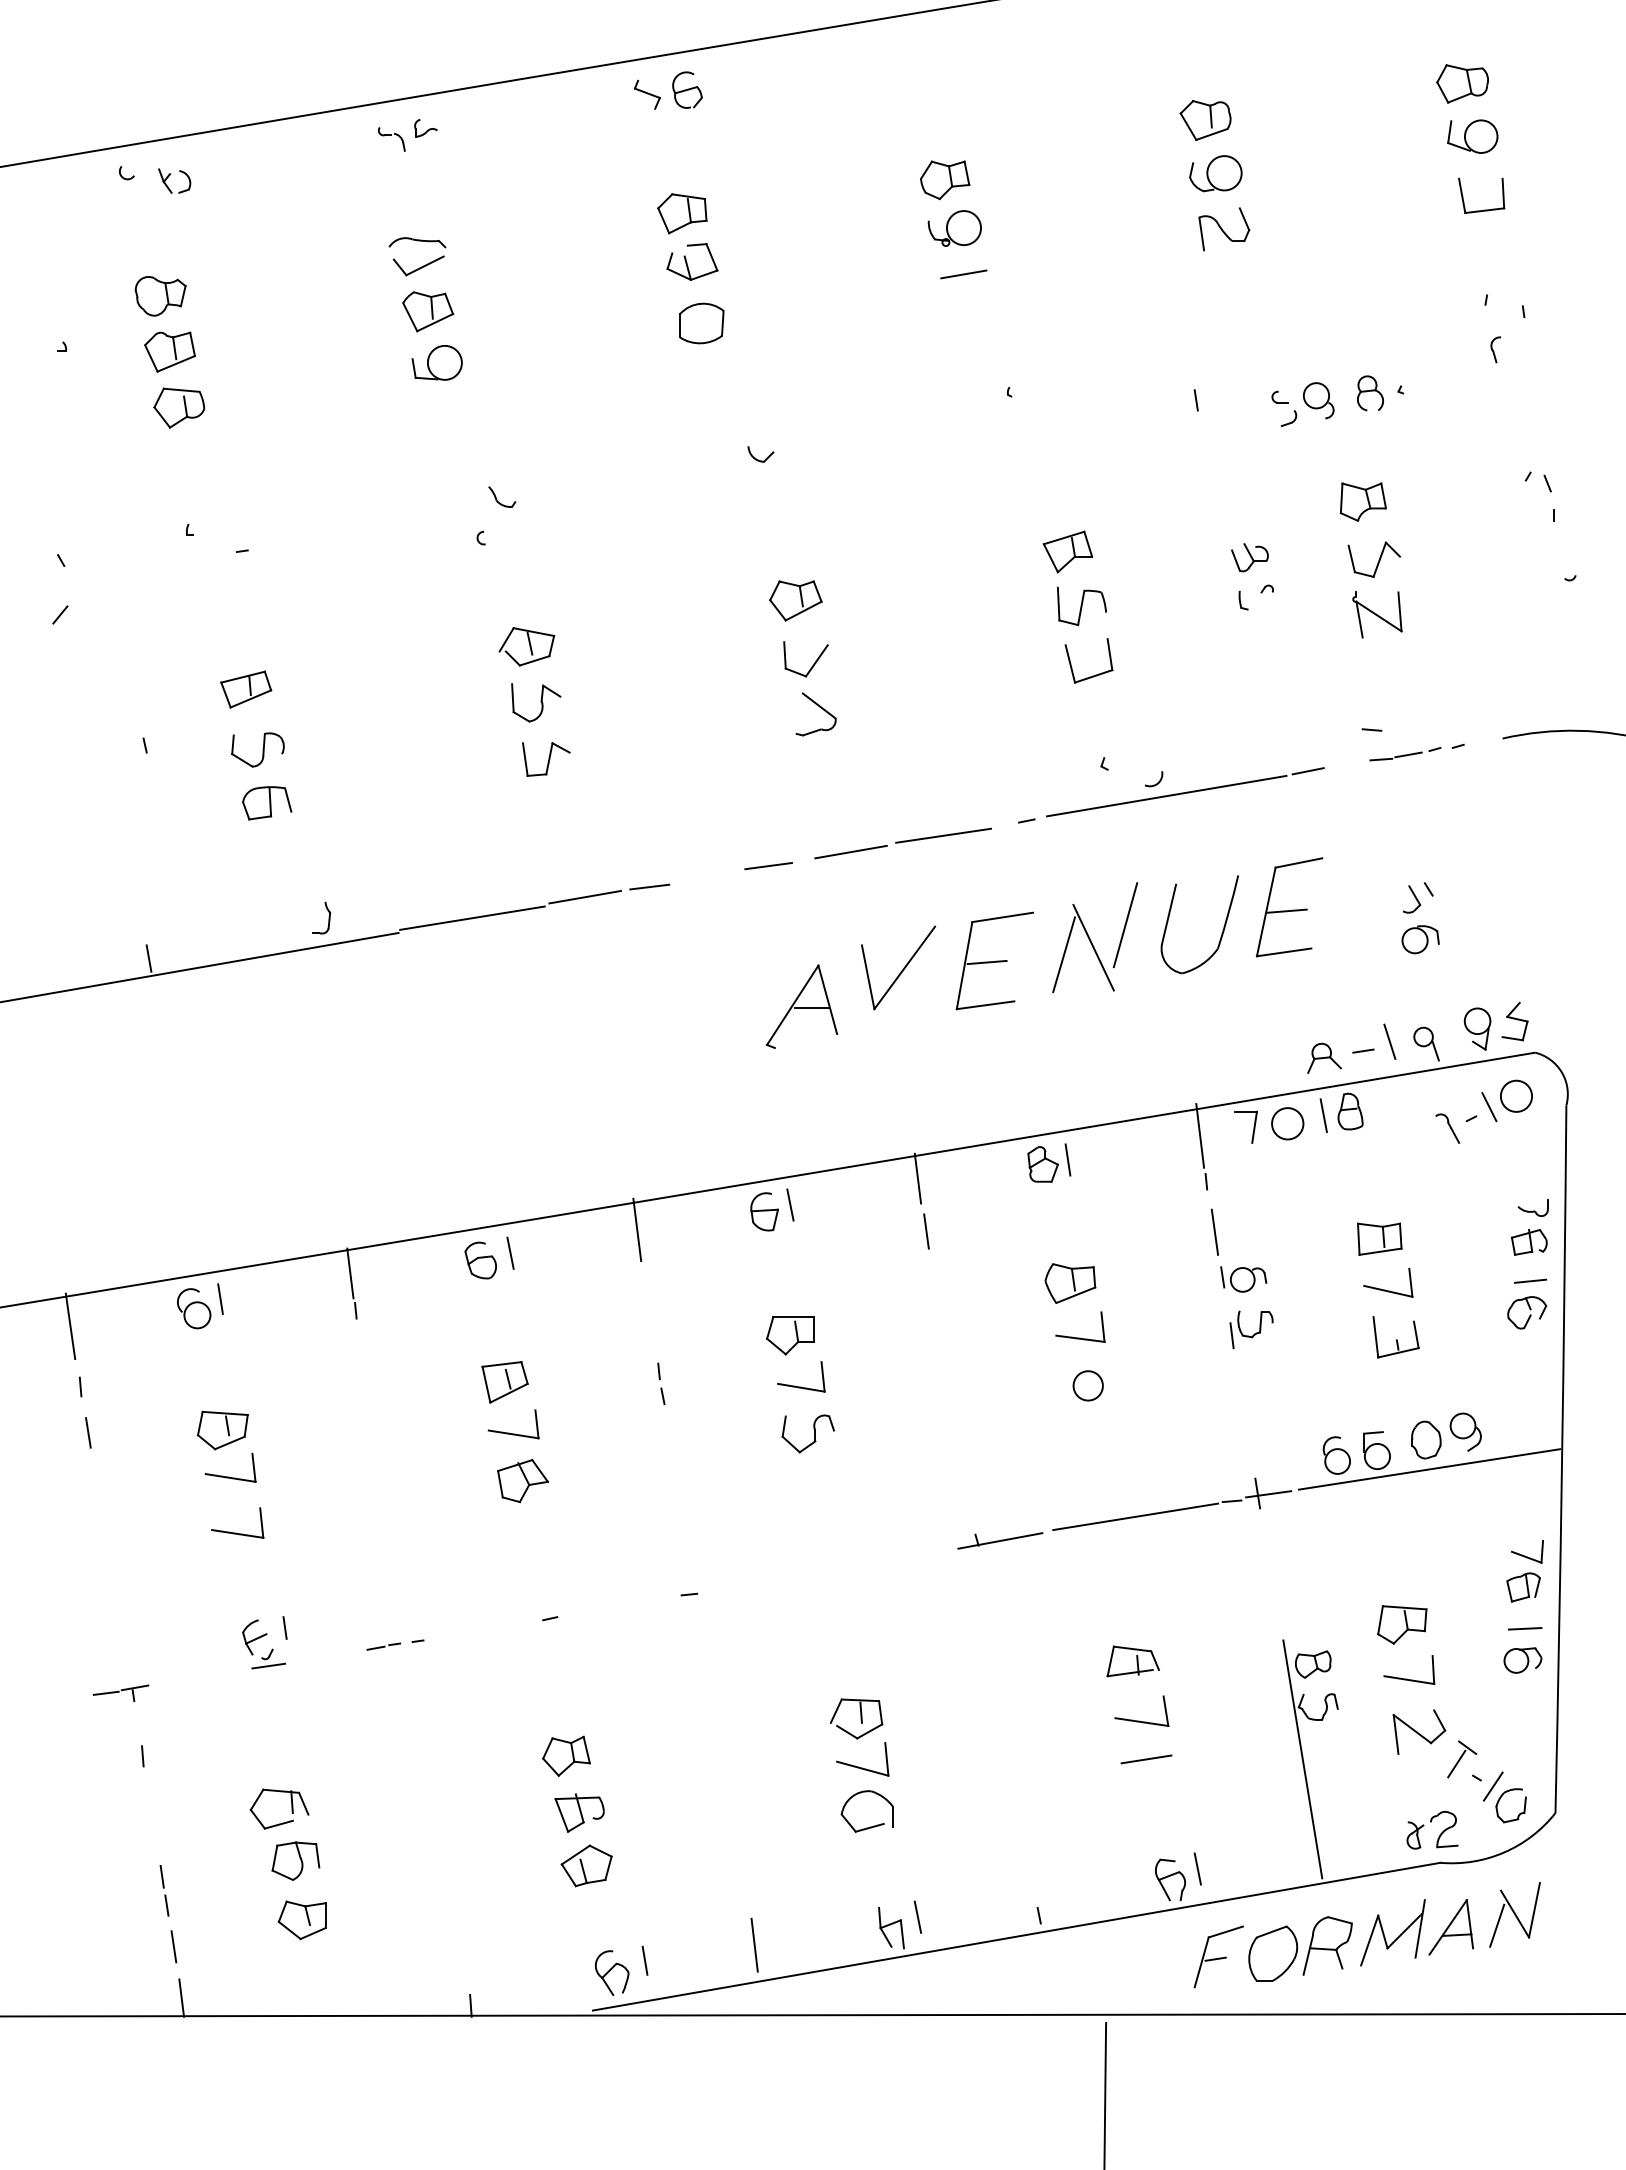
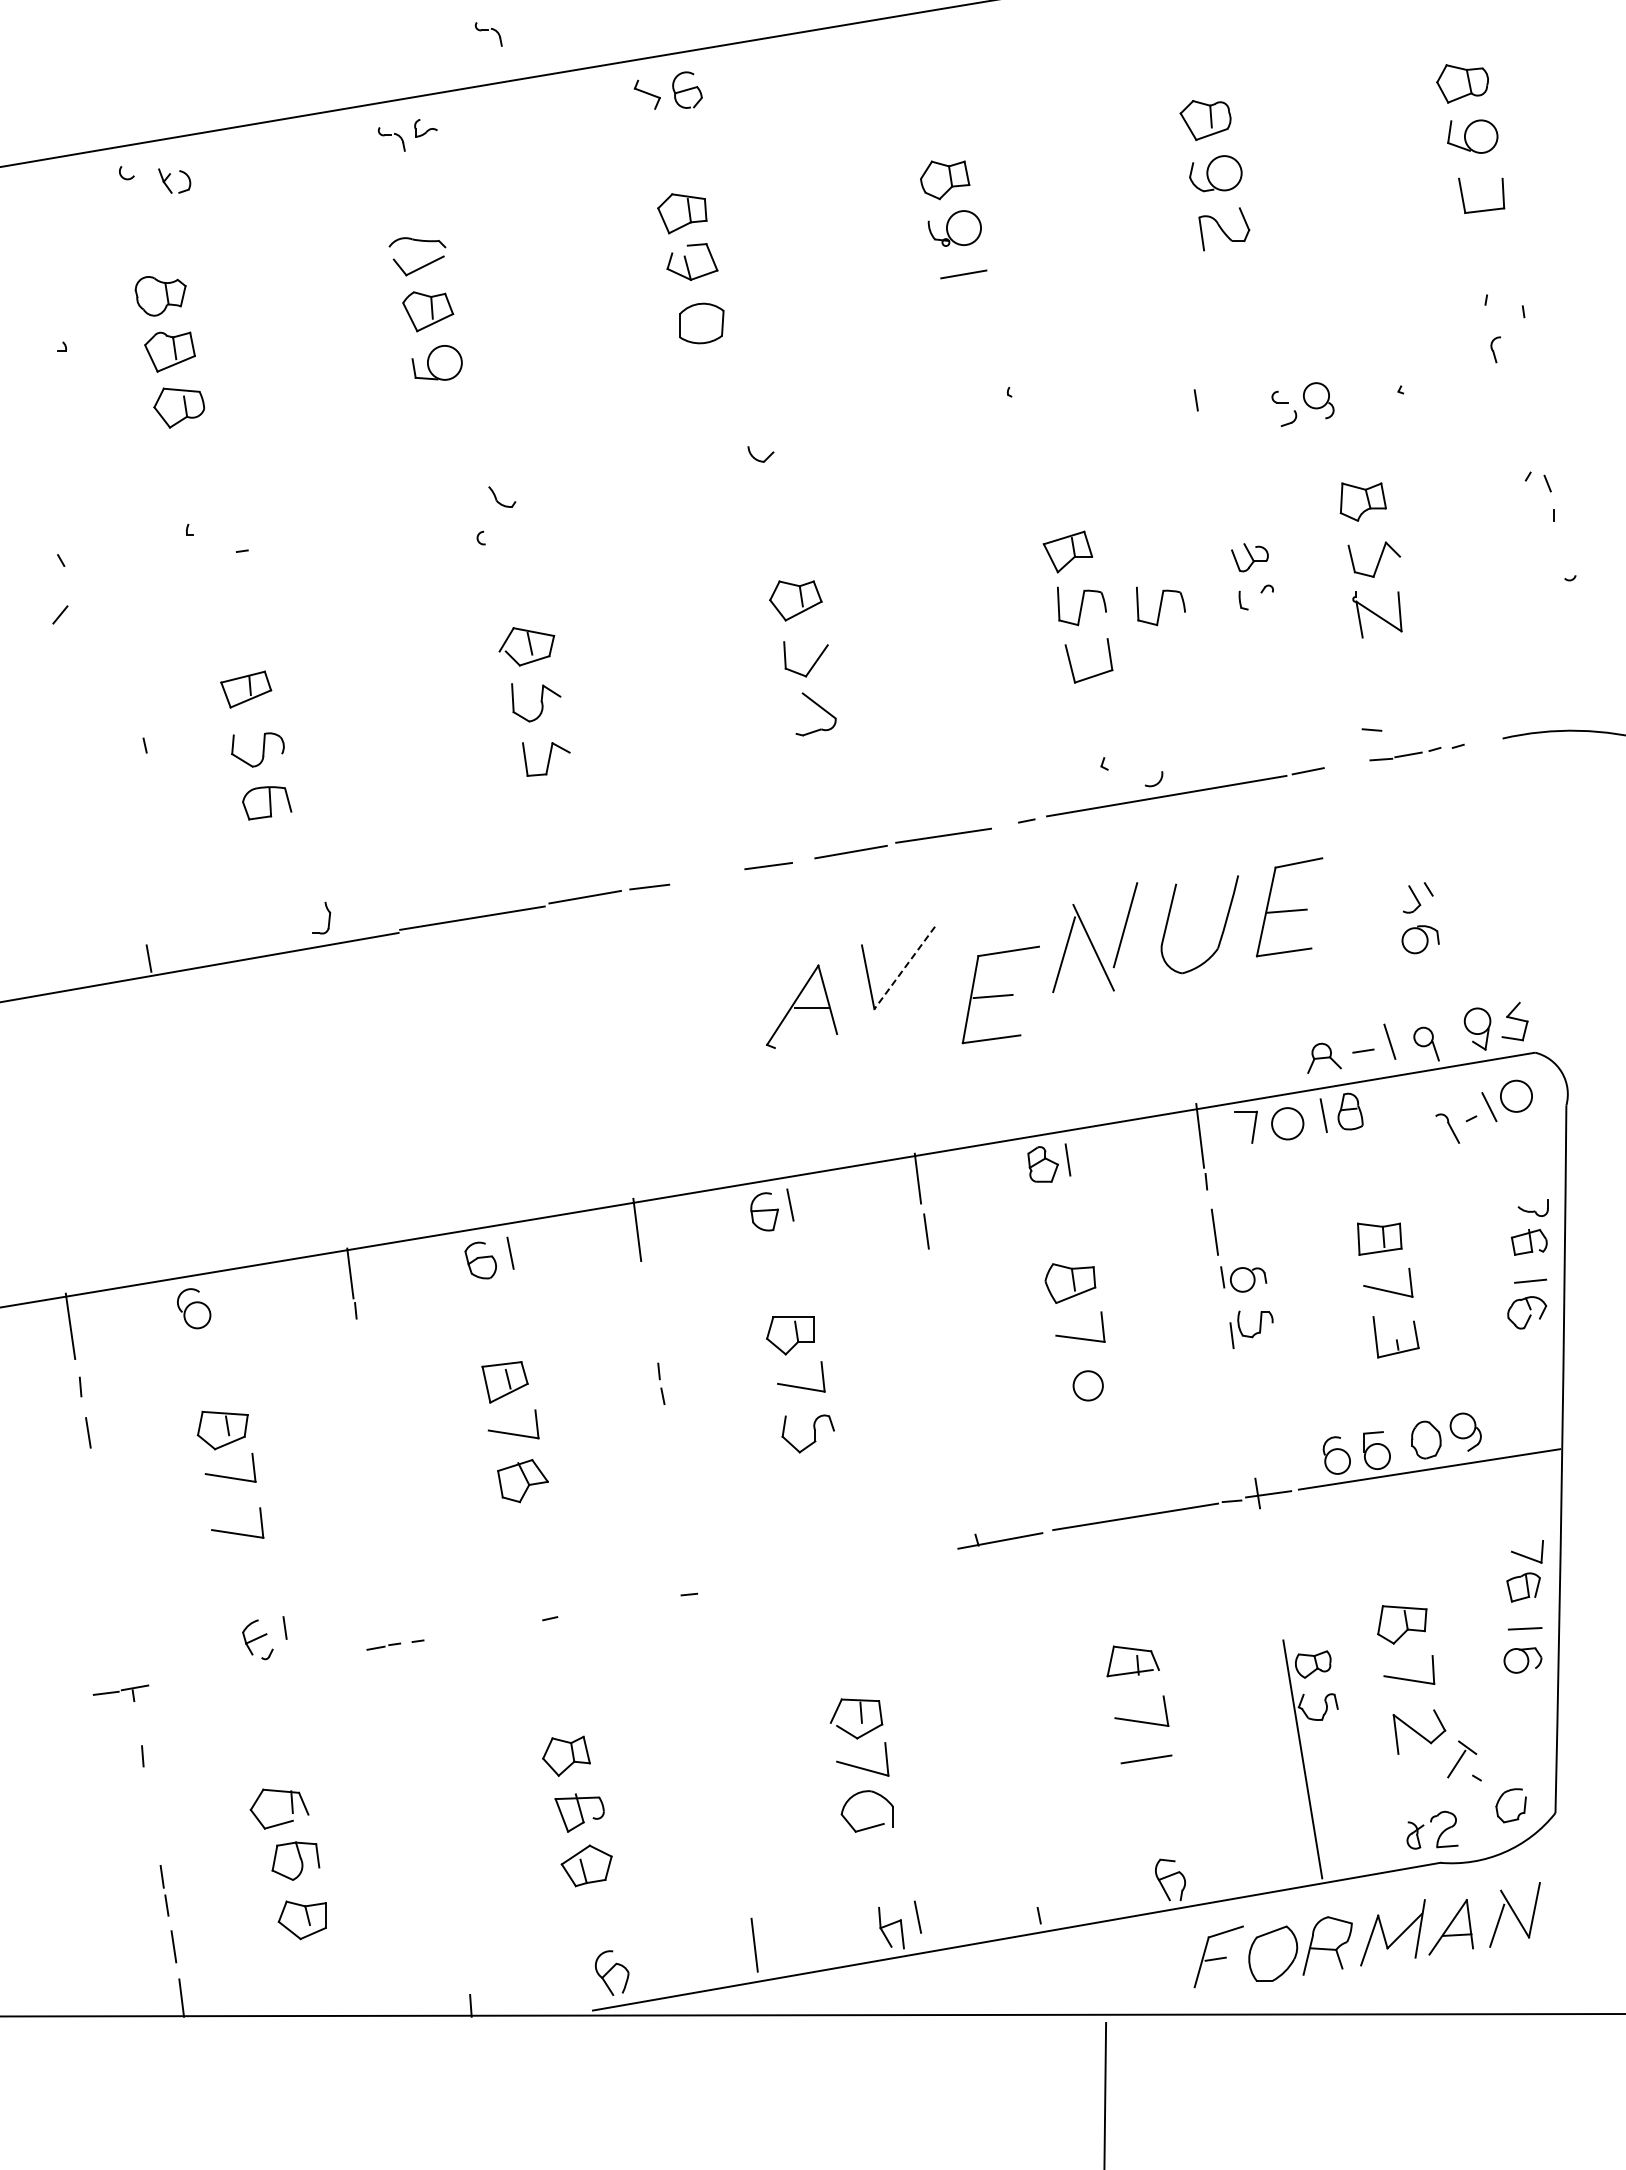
part at (488, 34): none -> present
part at (1370, 393): present -> none
part at (1160, 606): none -> present
part at (994, 960) position: (994, 960) -> (1000, 994)
line at (904, 968): solid -> dashed
line at (220, 1298): present -> none
line at (268, 1665): present -> none
line at (1492, 1786): present -> none
line at (1197, 1868): present -> none
line at (644, 1960): present -> none
